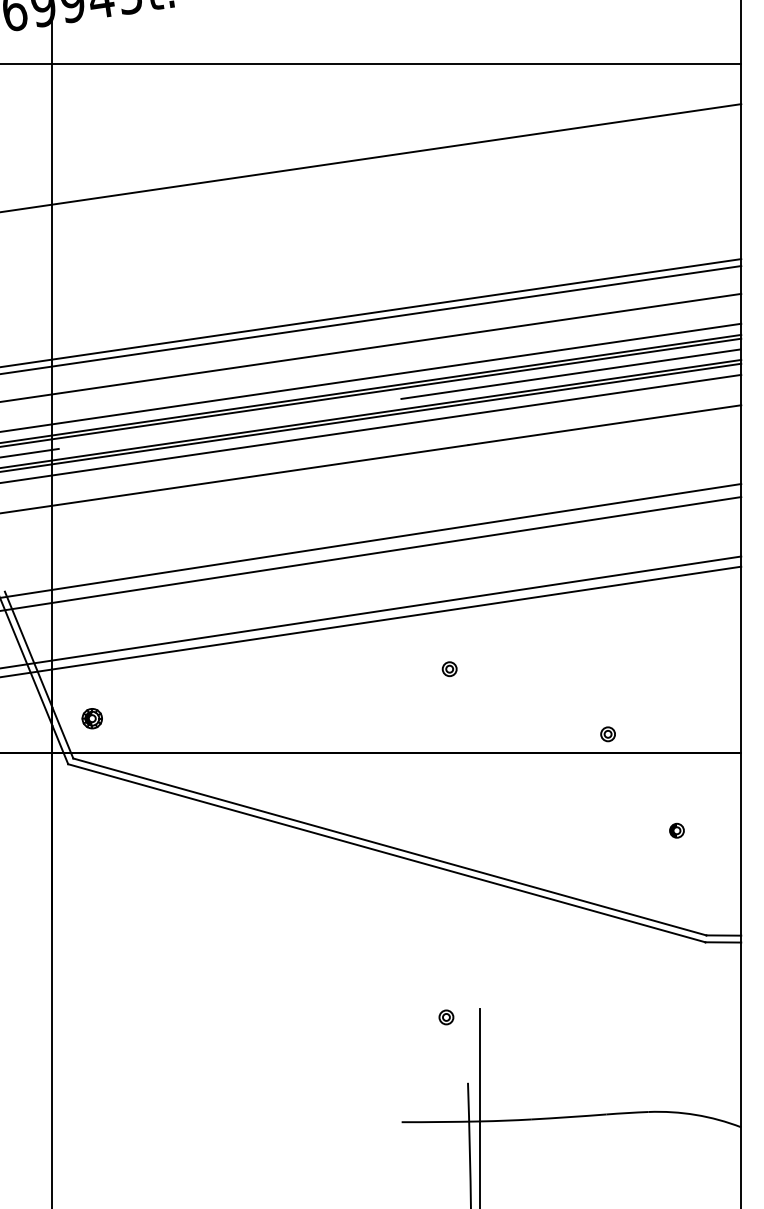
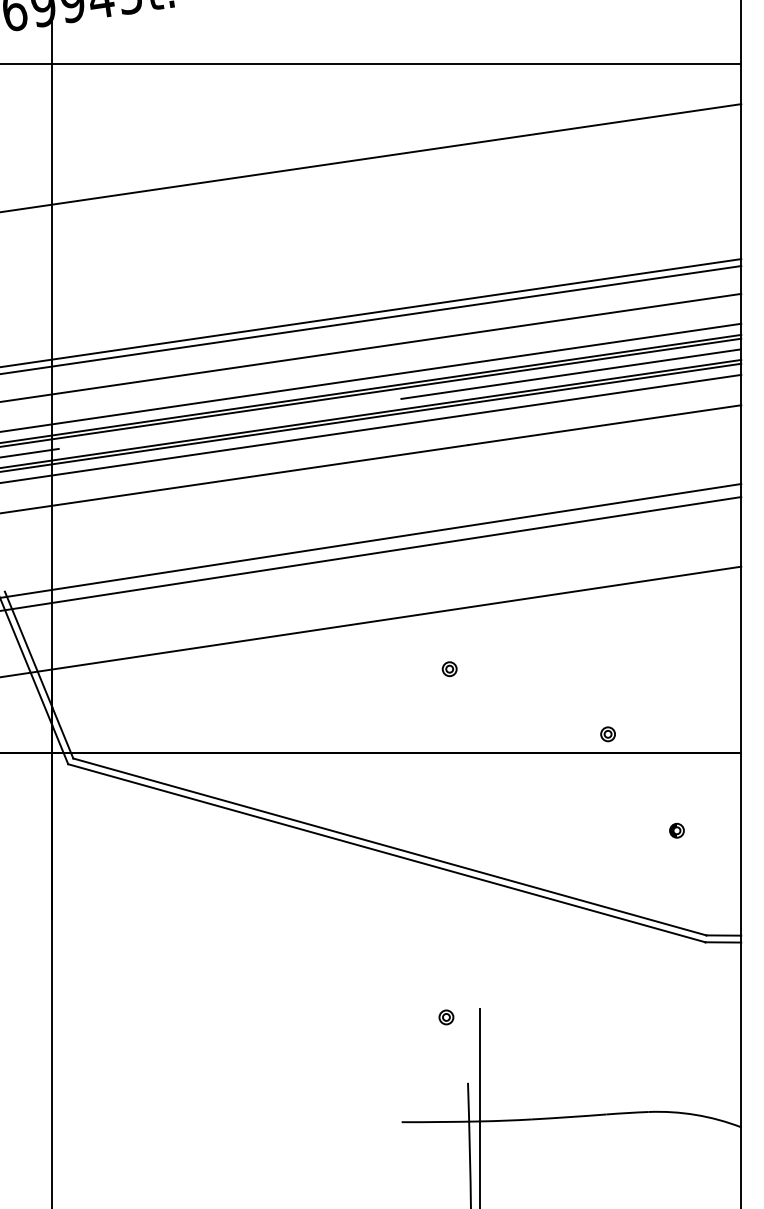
line at (371, 612): present -> none
part at (91, 718): present -> none
